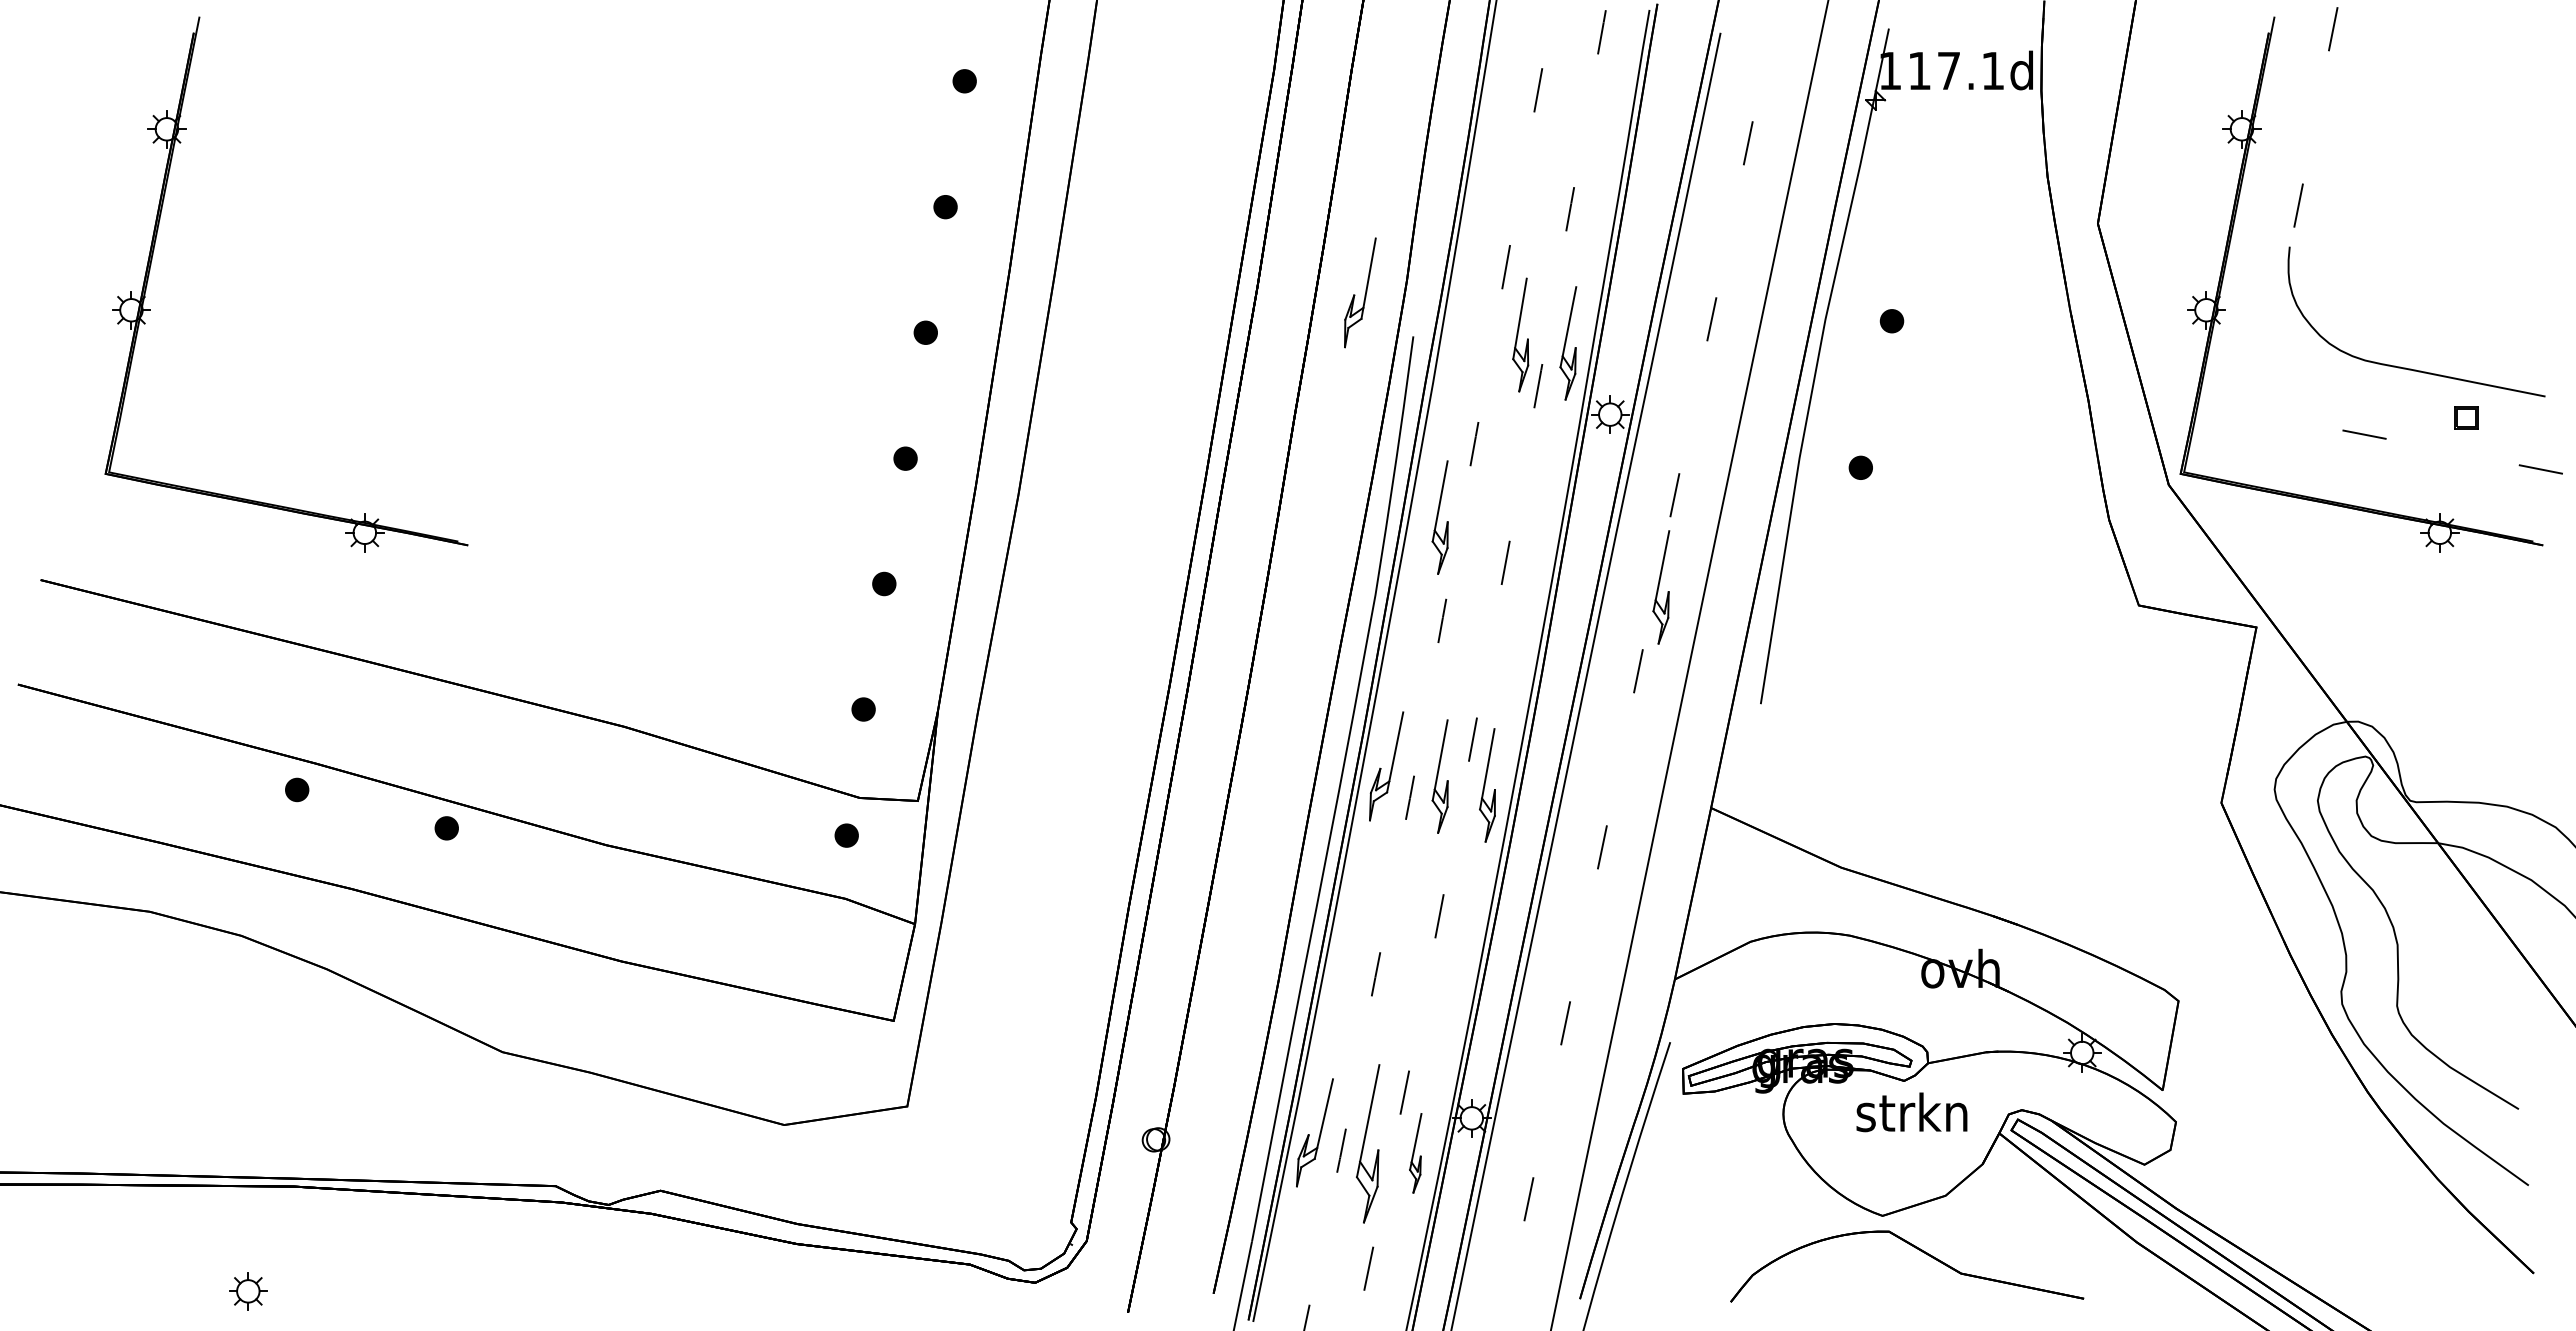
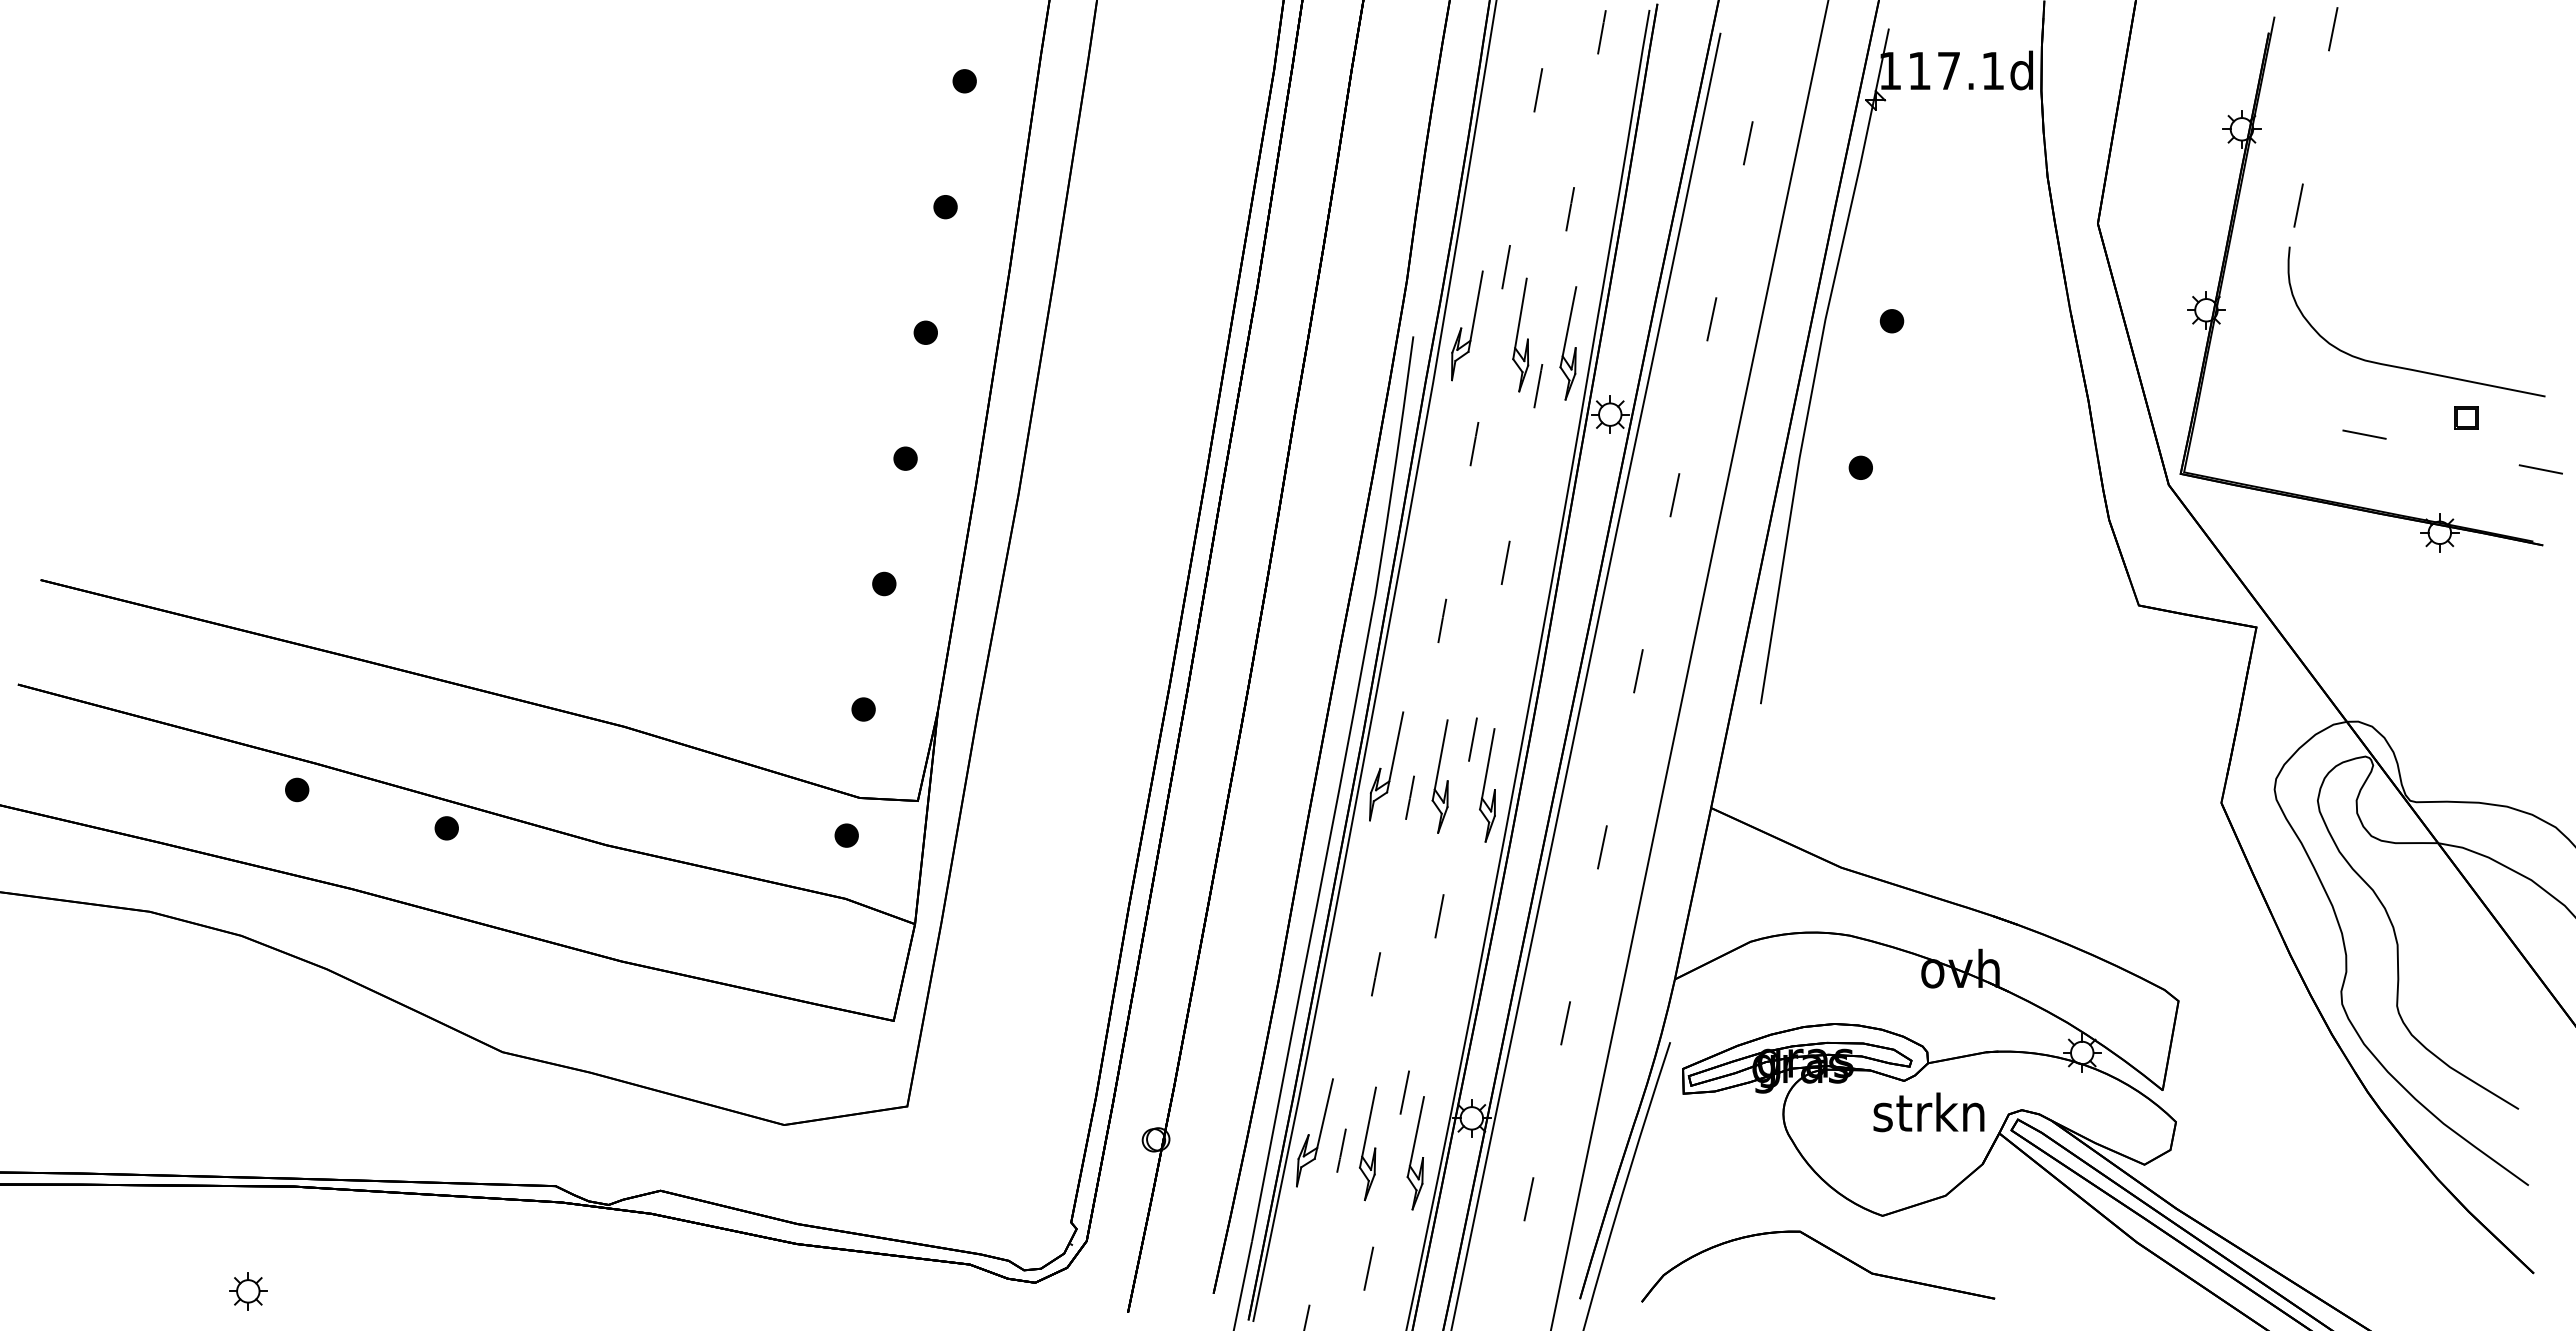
part at (153, 255): present -> none
part at (1360, 292) position: (1360, 292) -> (1467, 325)
part at (1439, 517): present -> none
part at (1661, 587): present -> none
text at (1911, 1112) position: (1911, 1112) -> (1928, 1112)
part at (1368, 1143) size: 25x160 px -> 19x116 px
part at (1415, 1153) size: 14x81 px -> 19x115 px
part at (1915, 1248) position: (1915, 1248) -> (1826, 1248)
